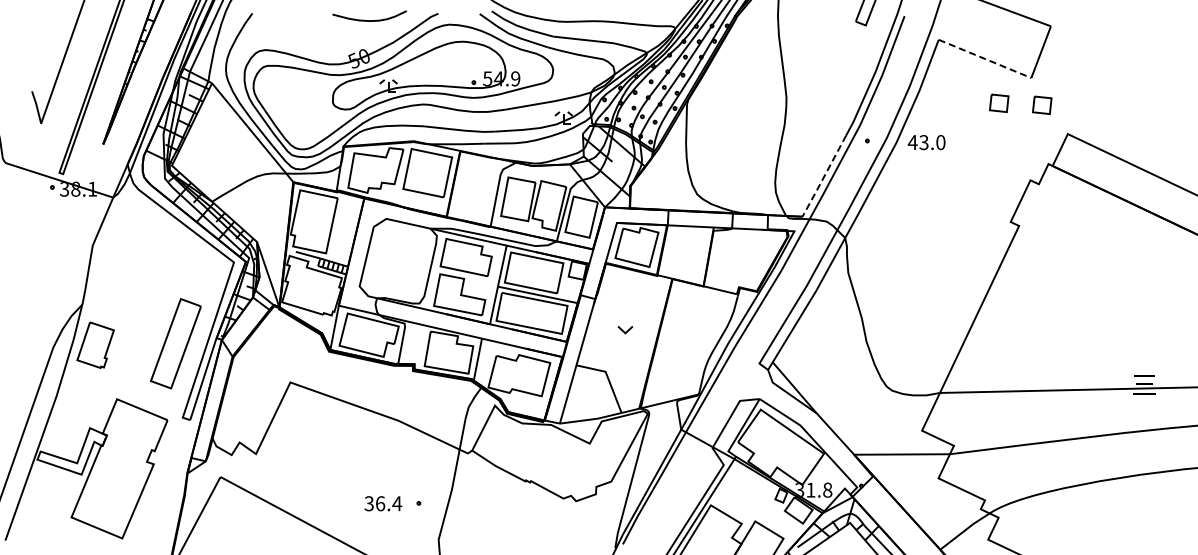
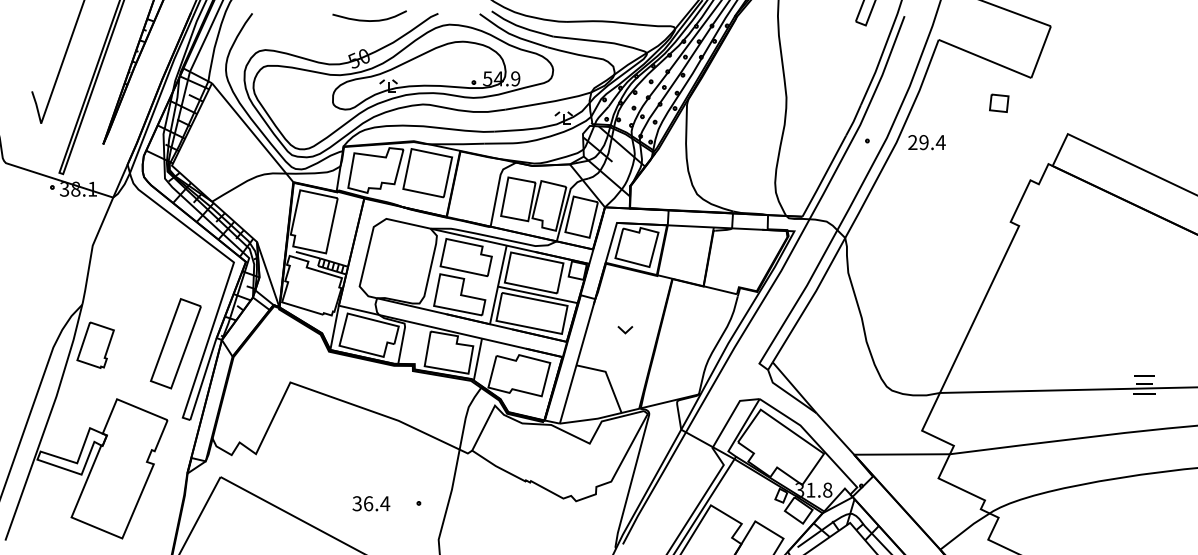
line at (985, 59): dashed -> solid
part at (1042, 104): present -> none
text at (926, 142): 43.0 -> 29.4
line at (824, 176): dashed -> solid
text at (383, 503) position: (383, 503) -> (371, 503)
